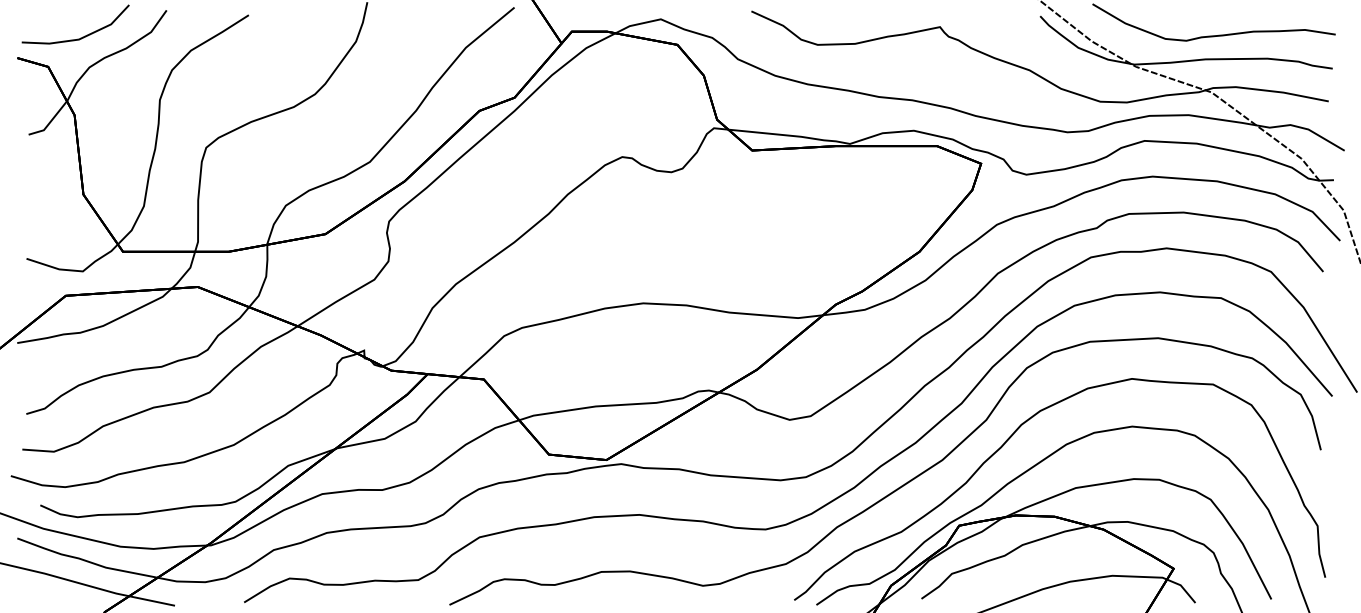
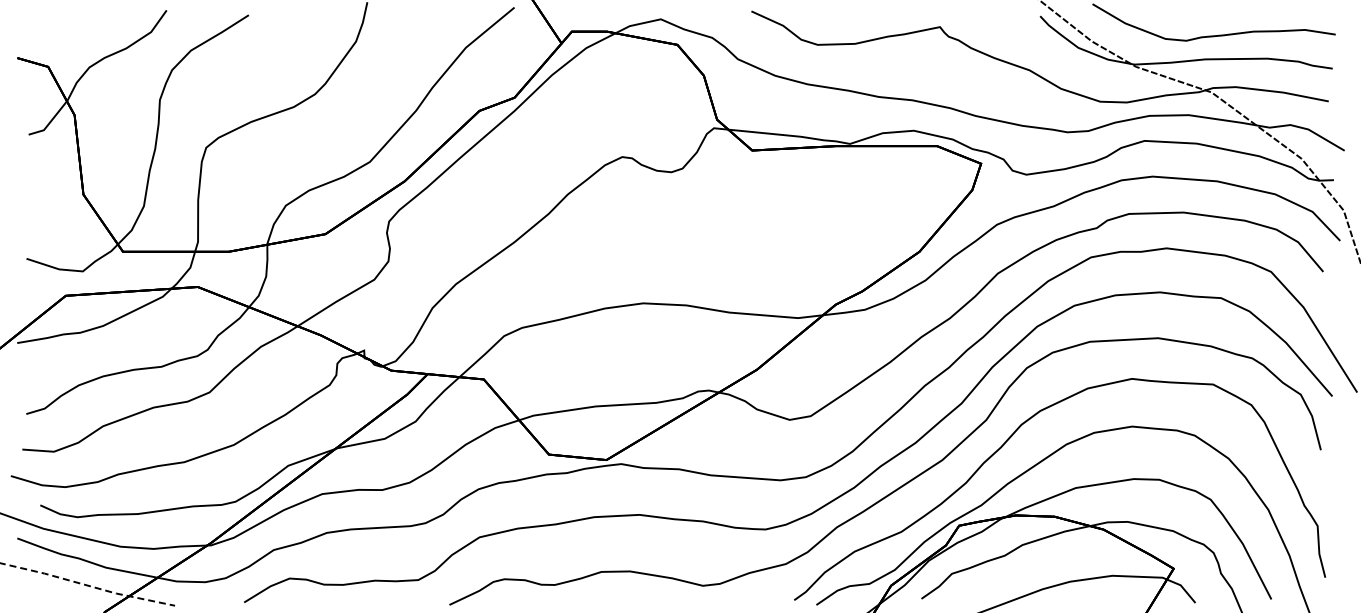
line at (82, 36): present -> none
line at (87, 585): solid -> dashed
